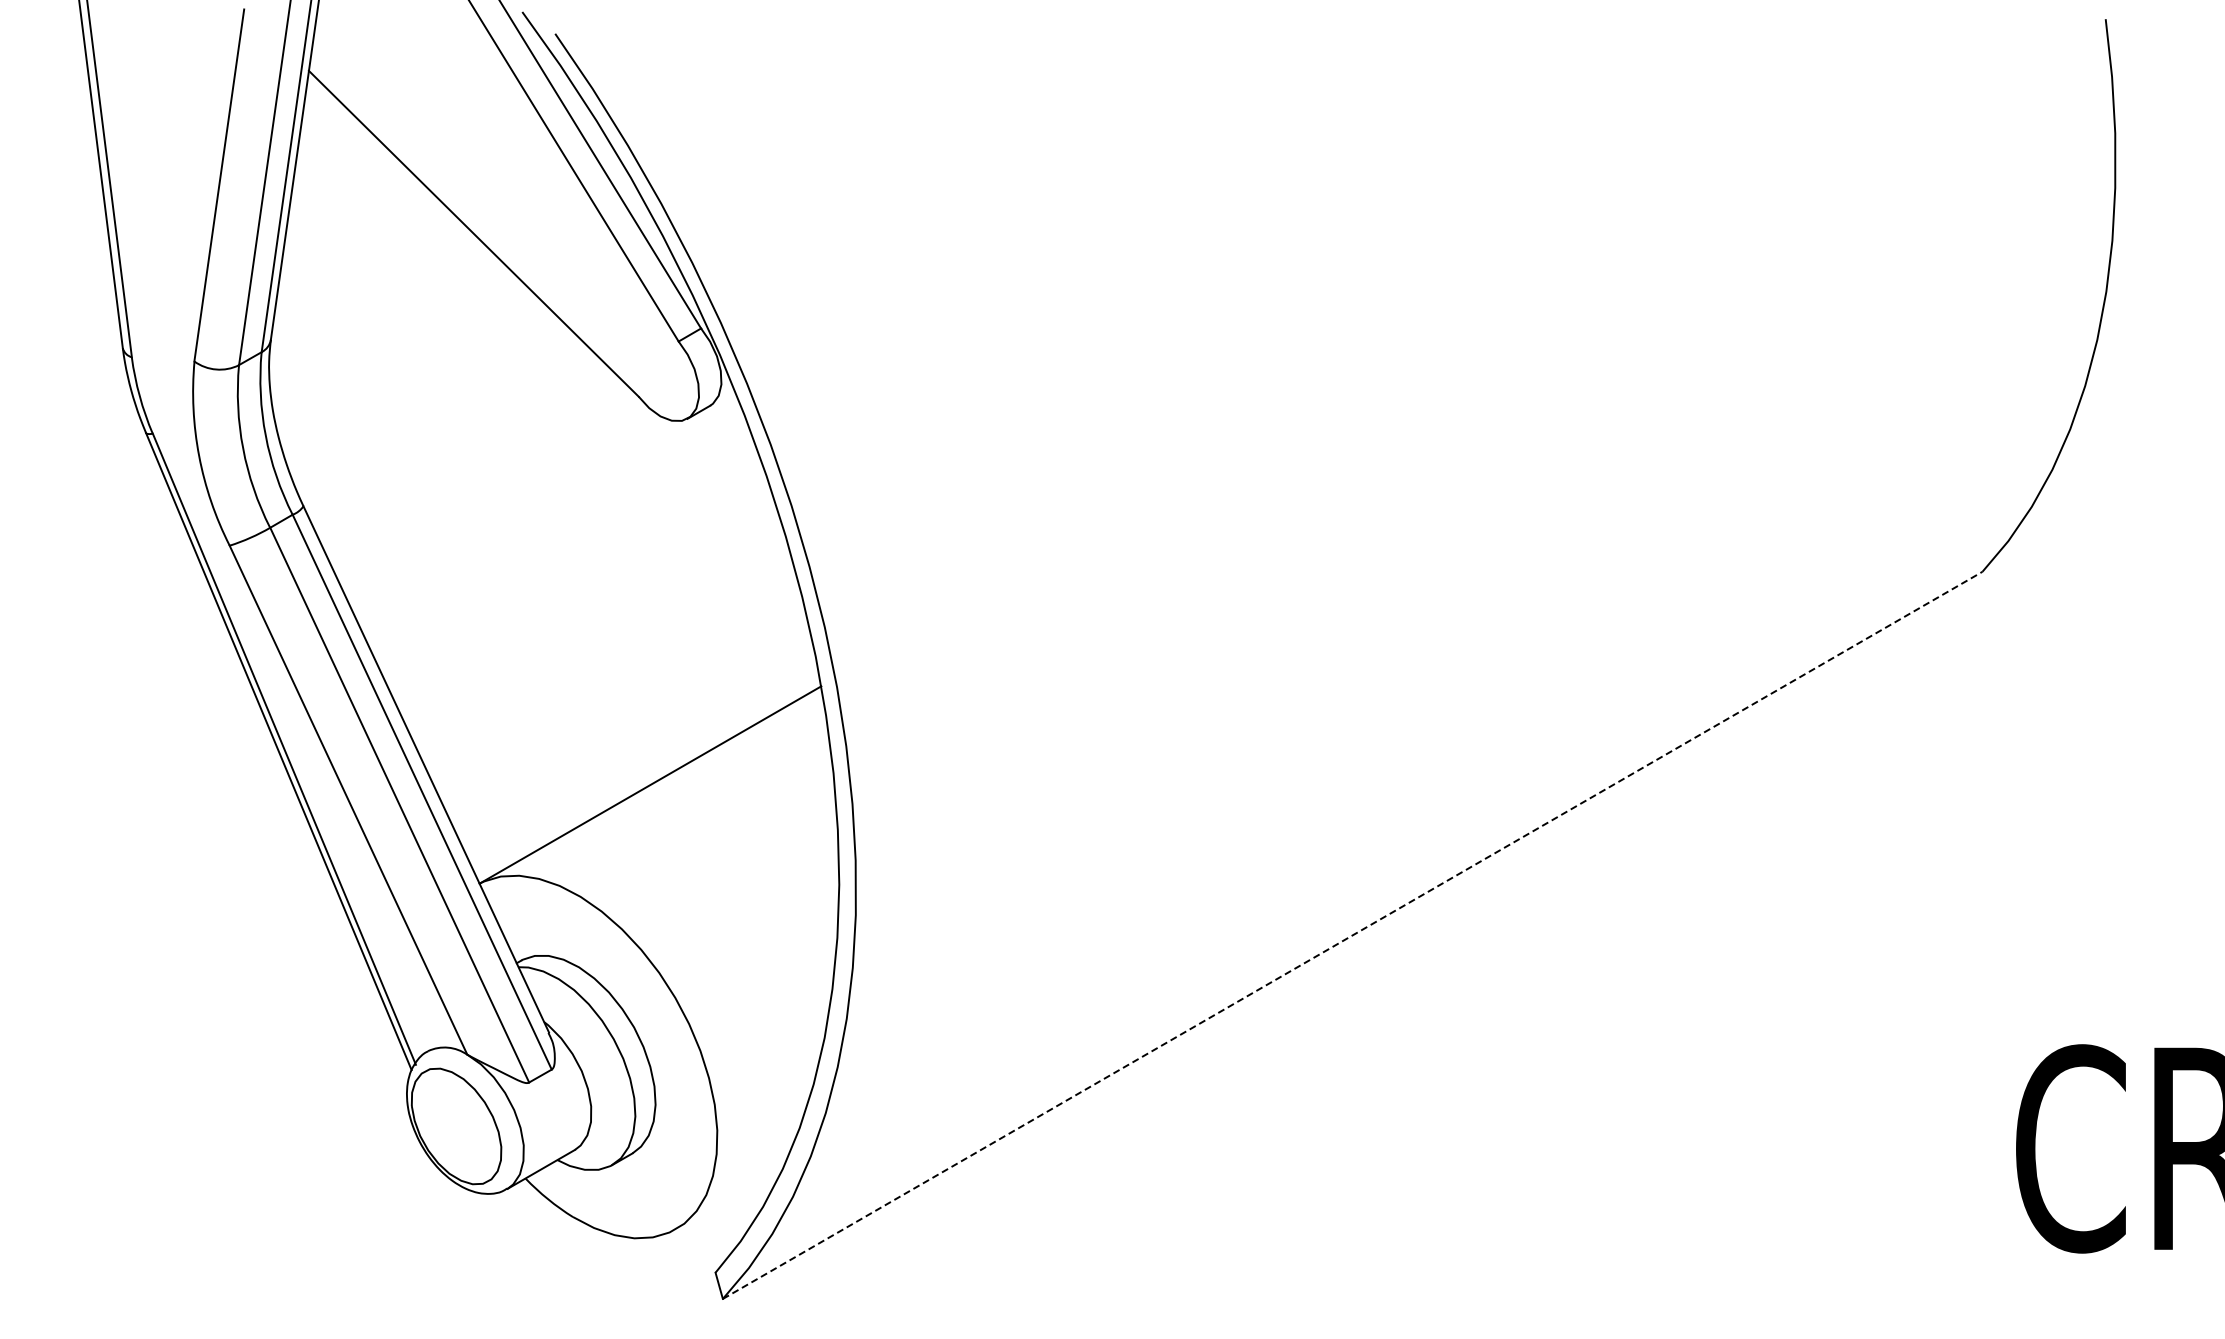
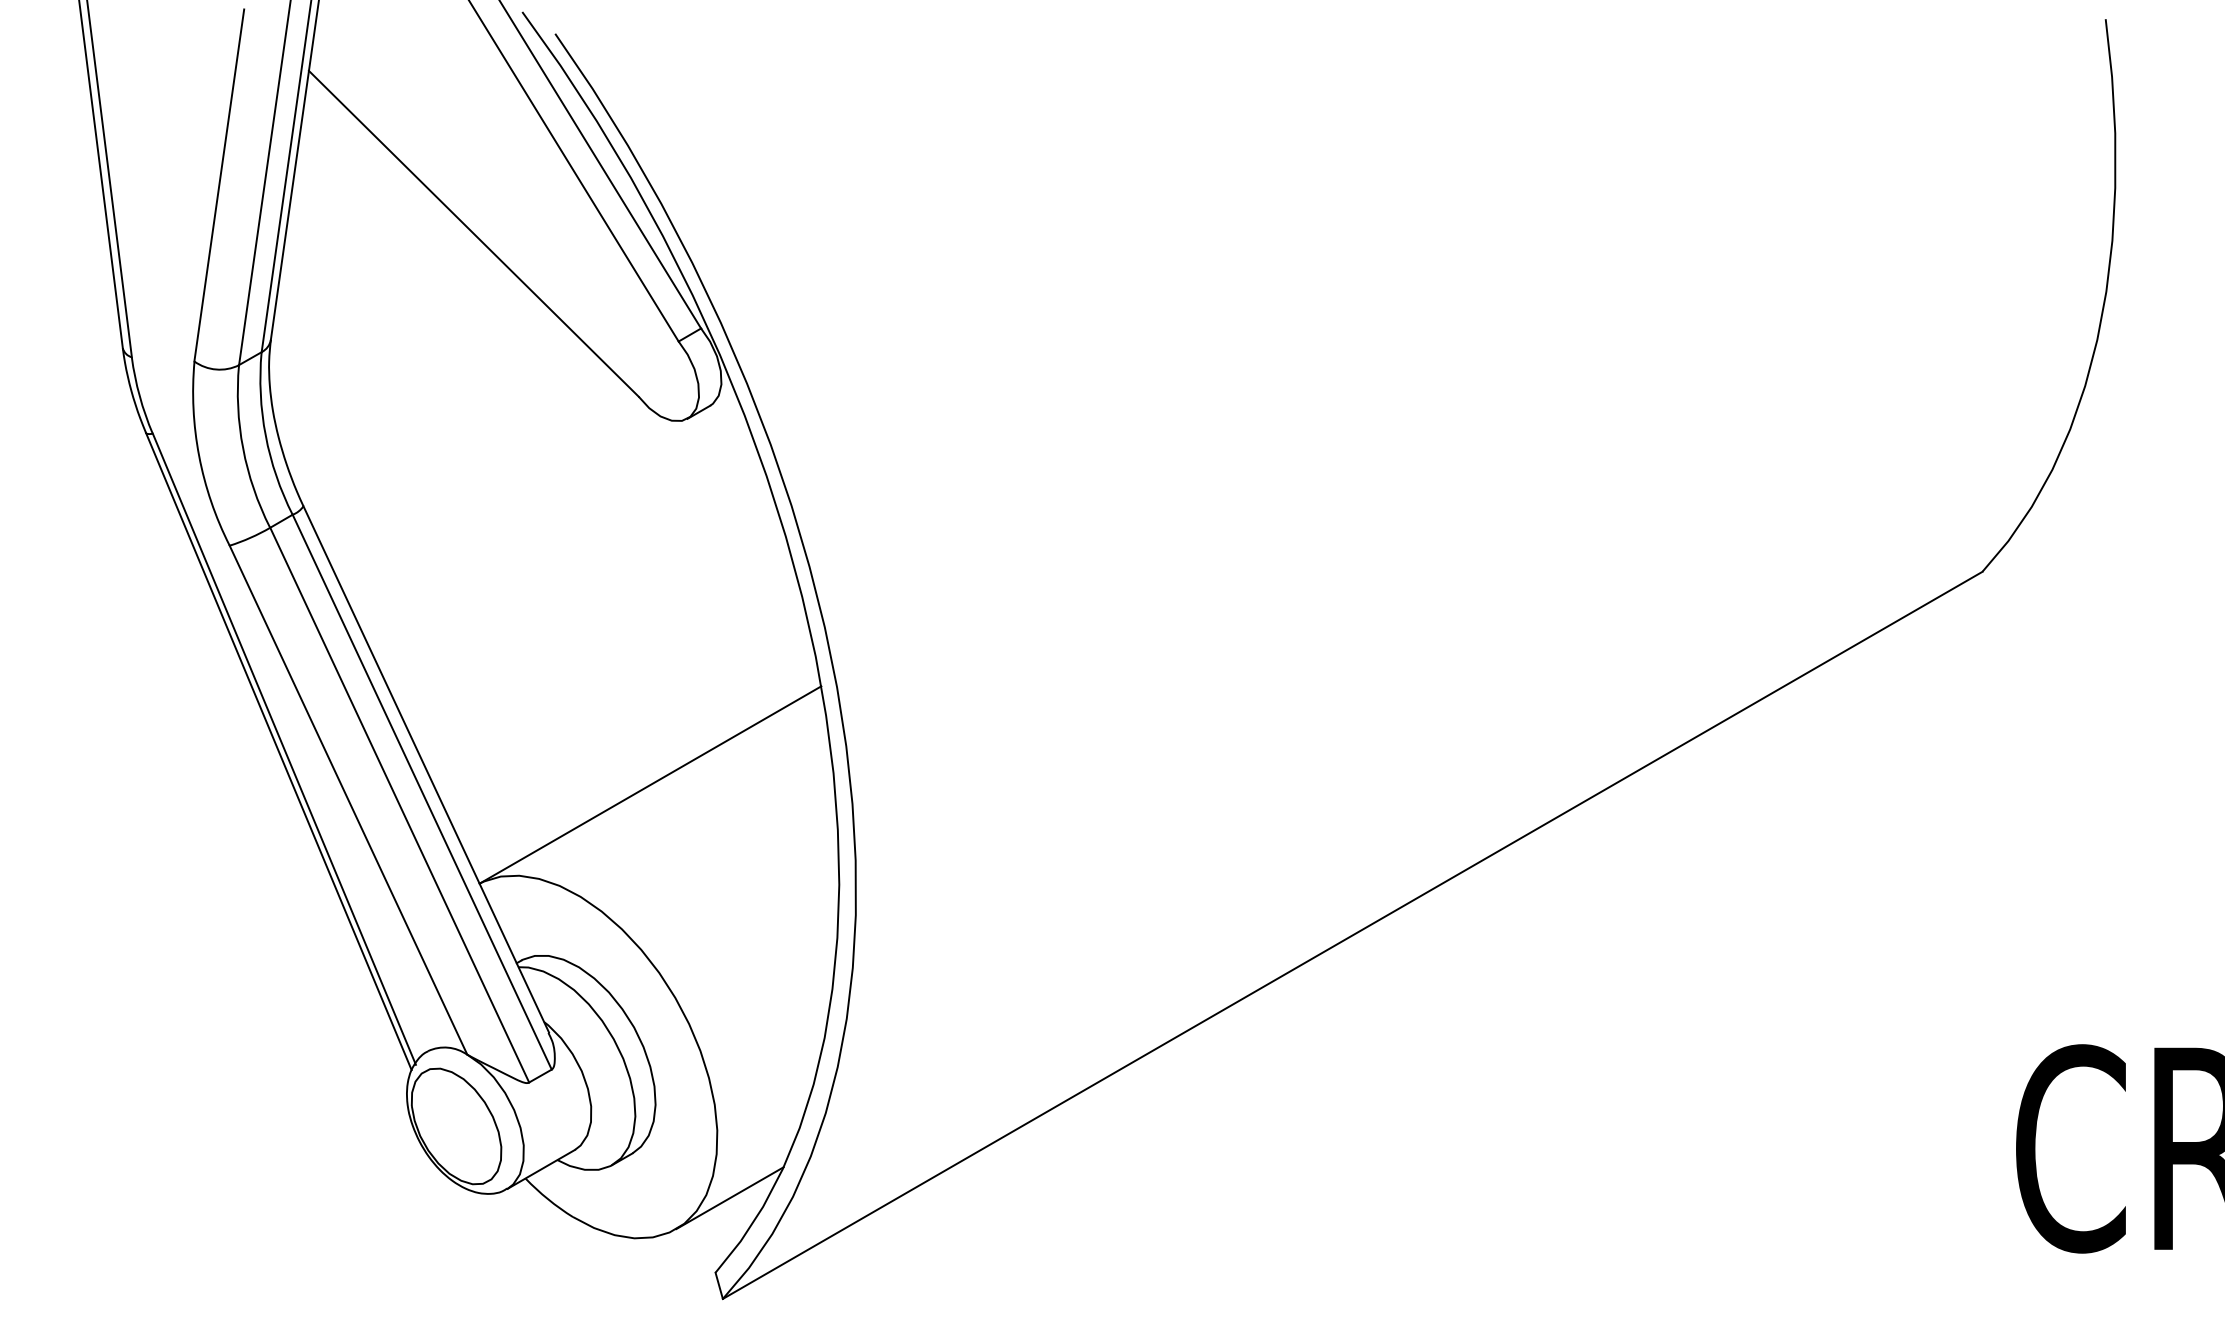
line at (1353, 935): dashed -> solid
line at (729, 1198): none -> present
